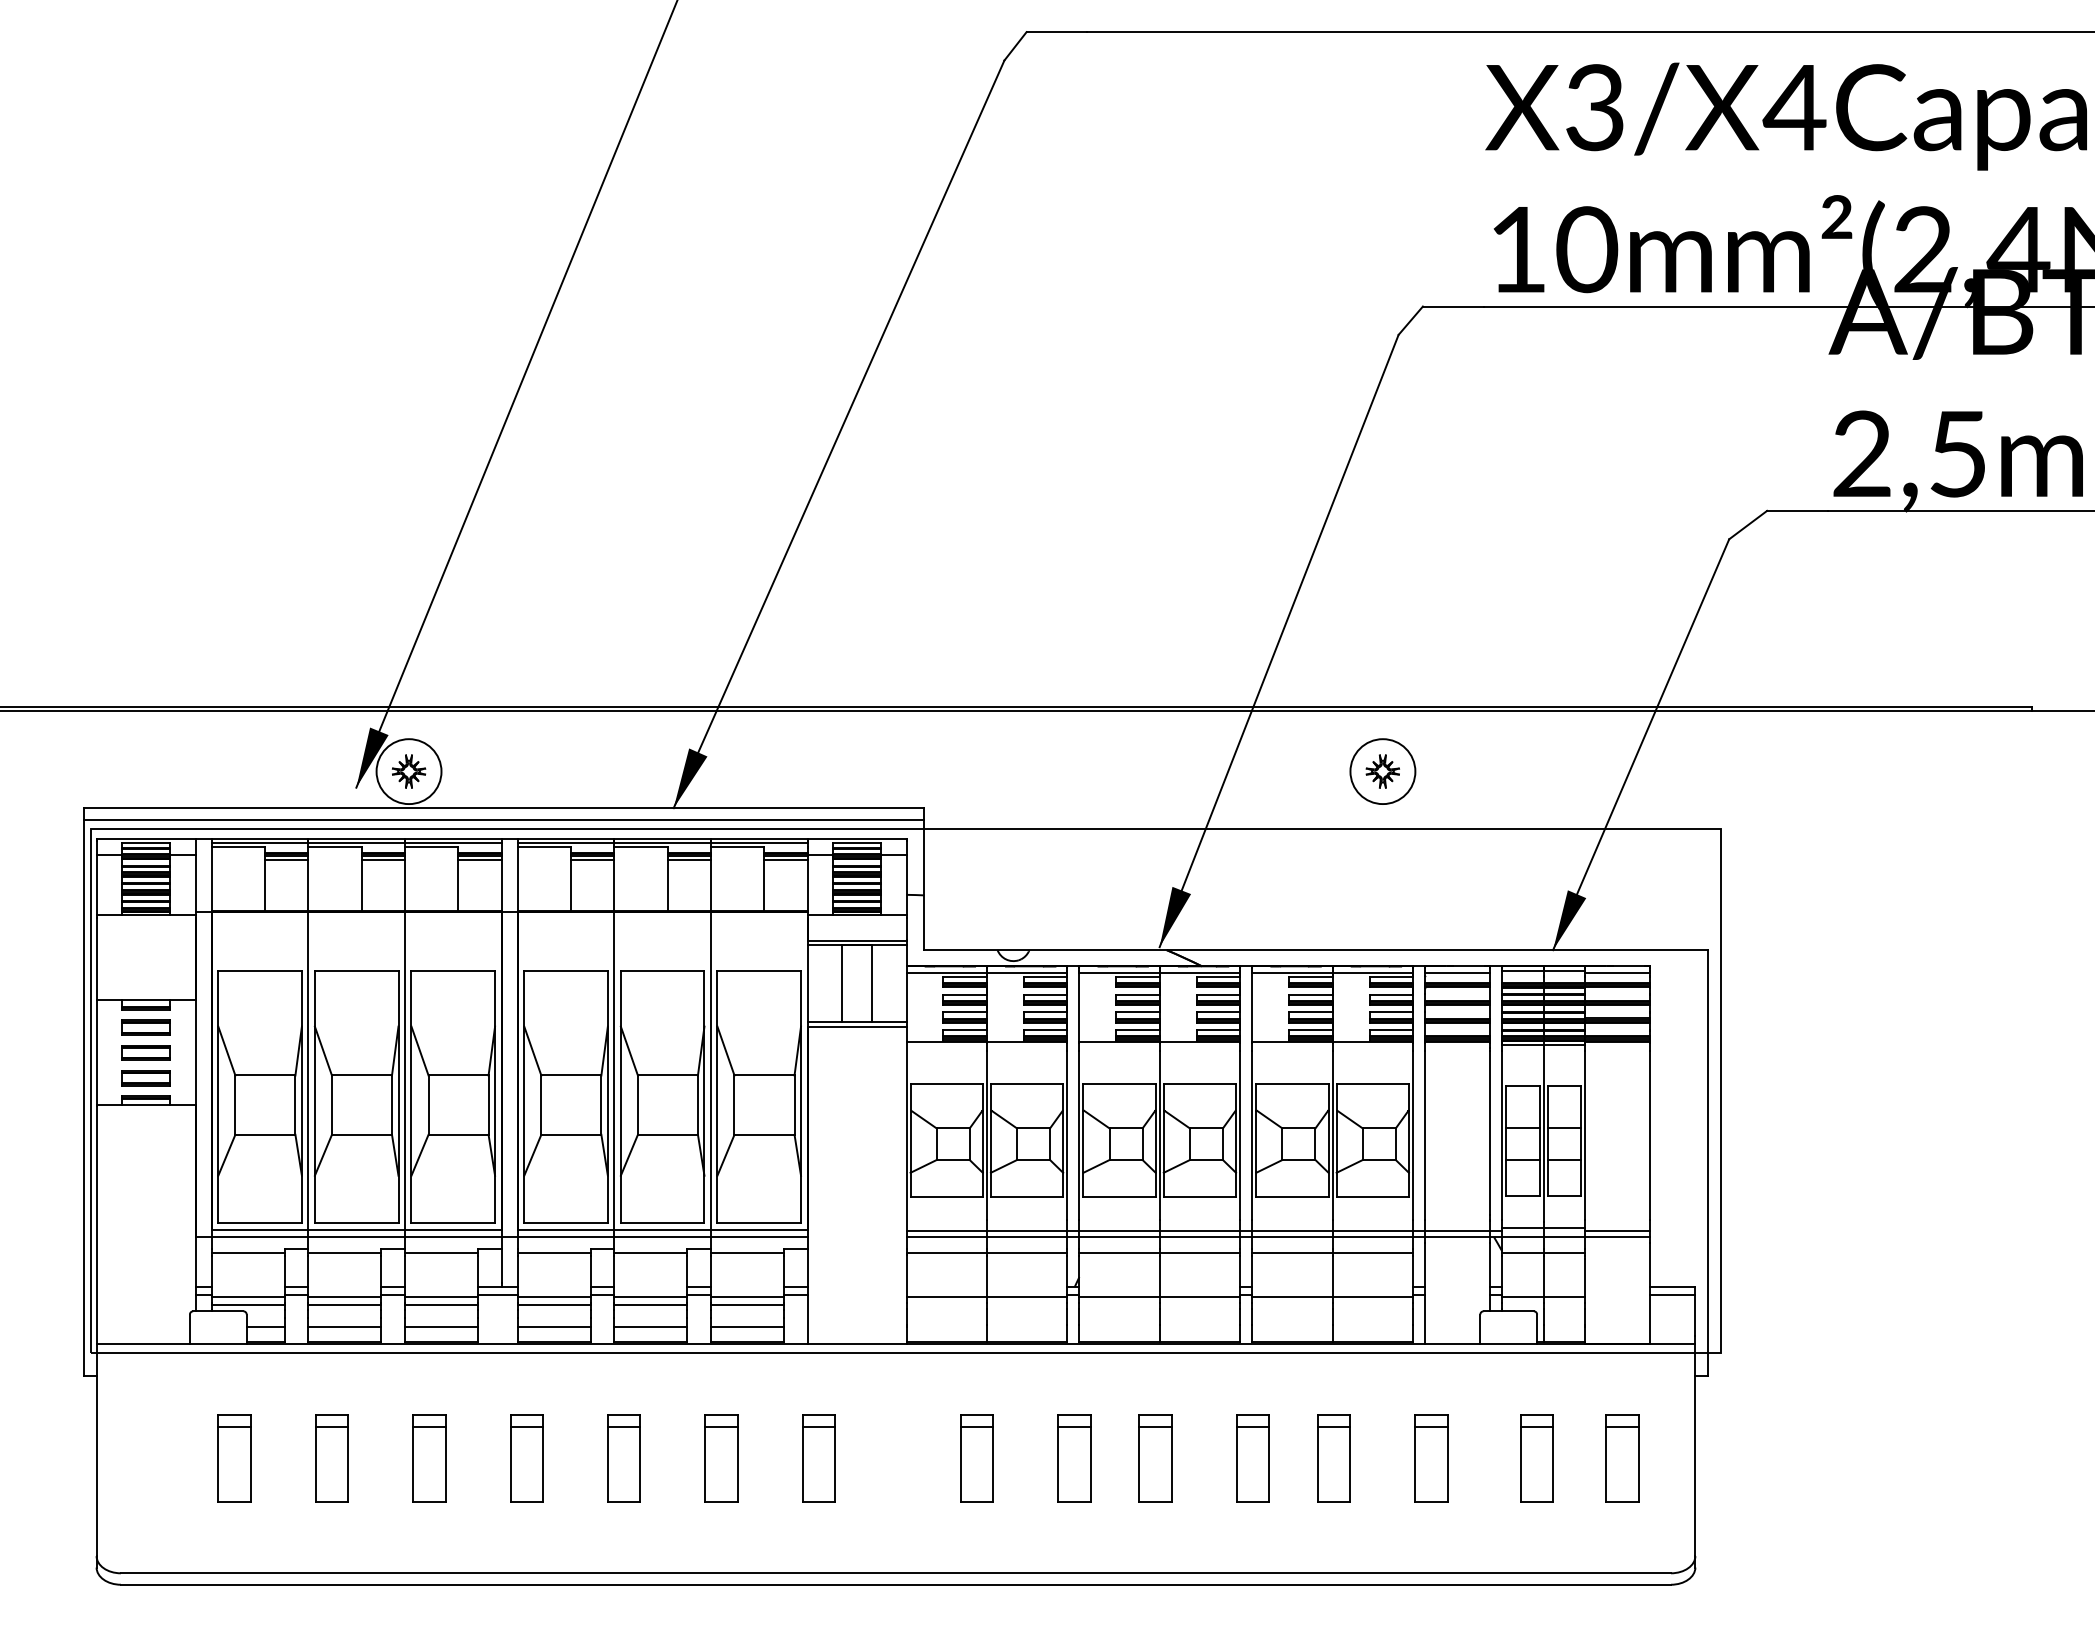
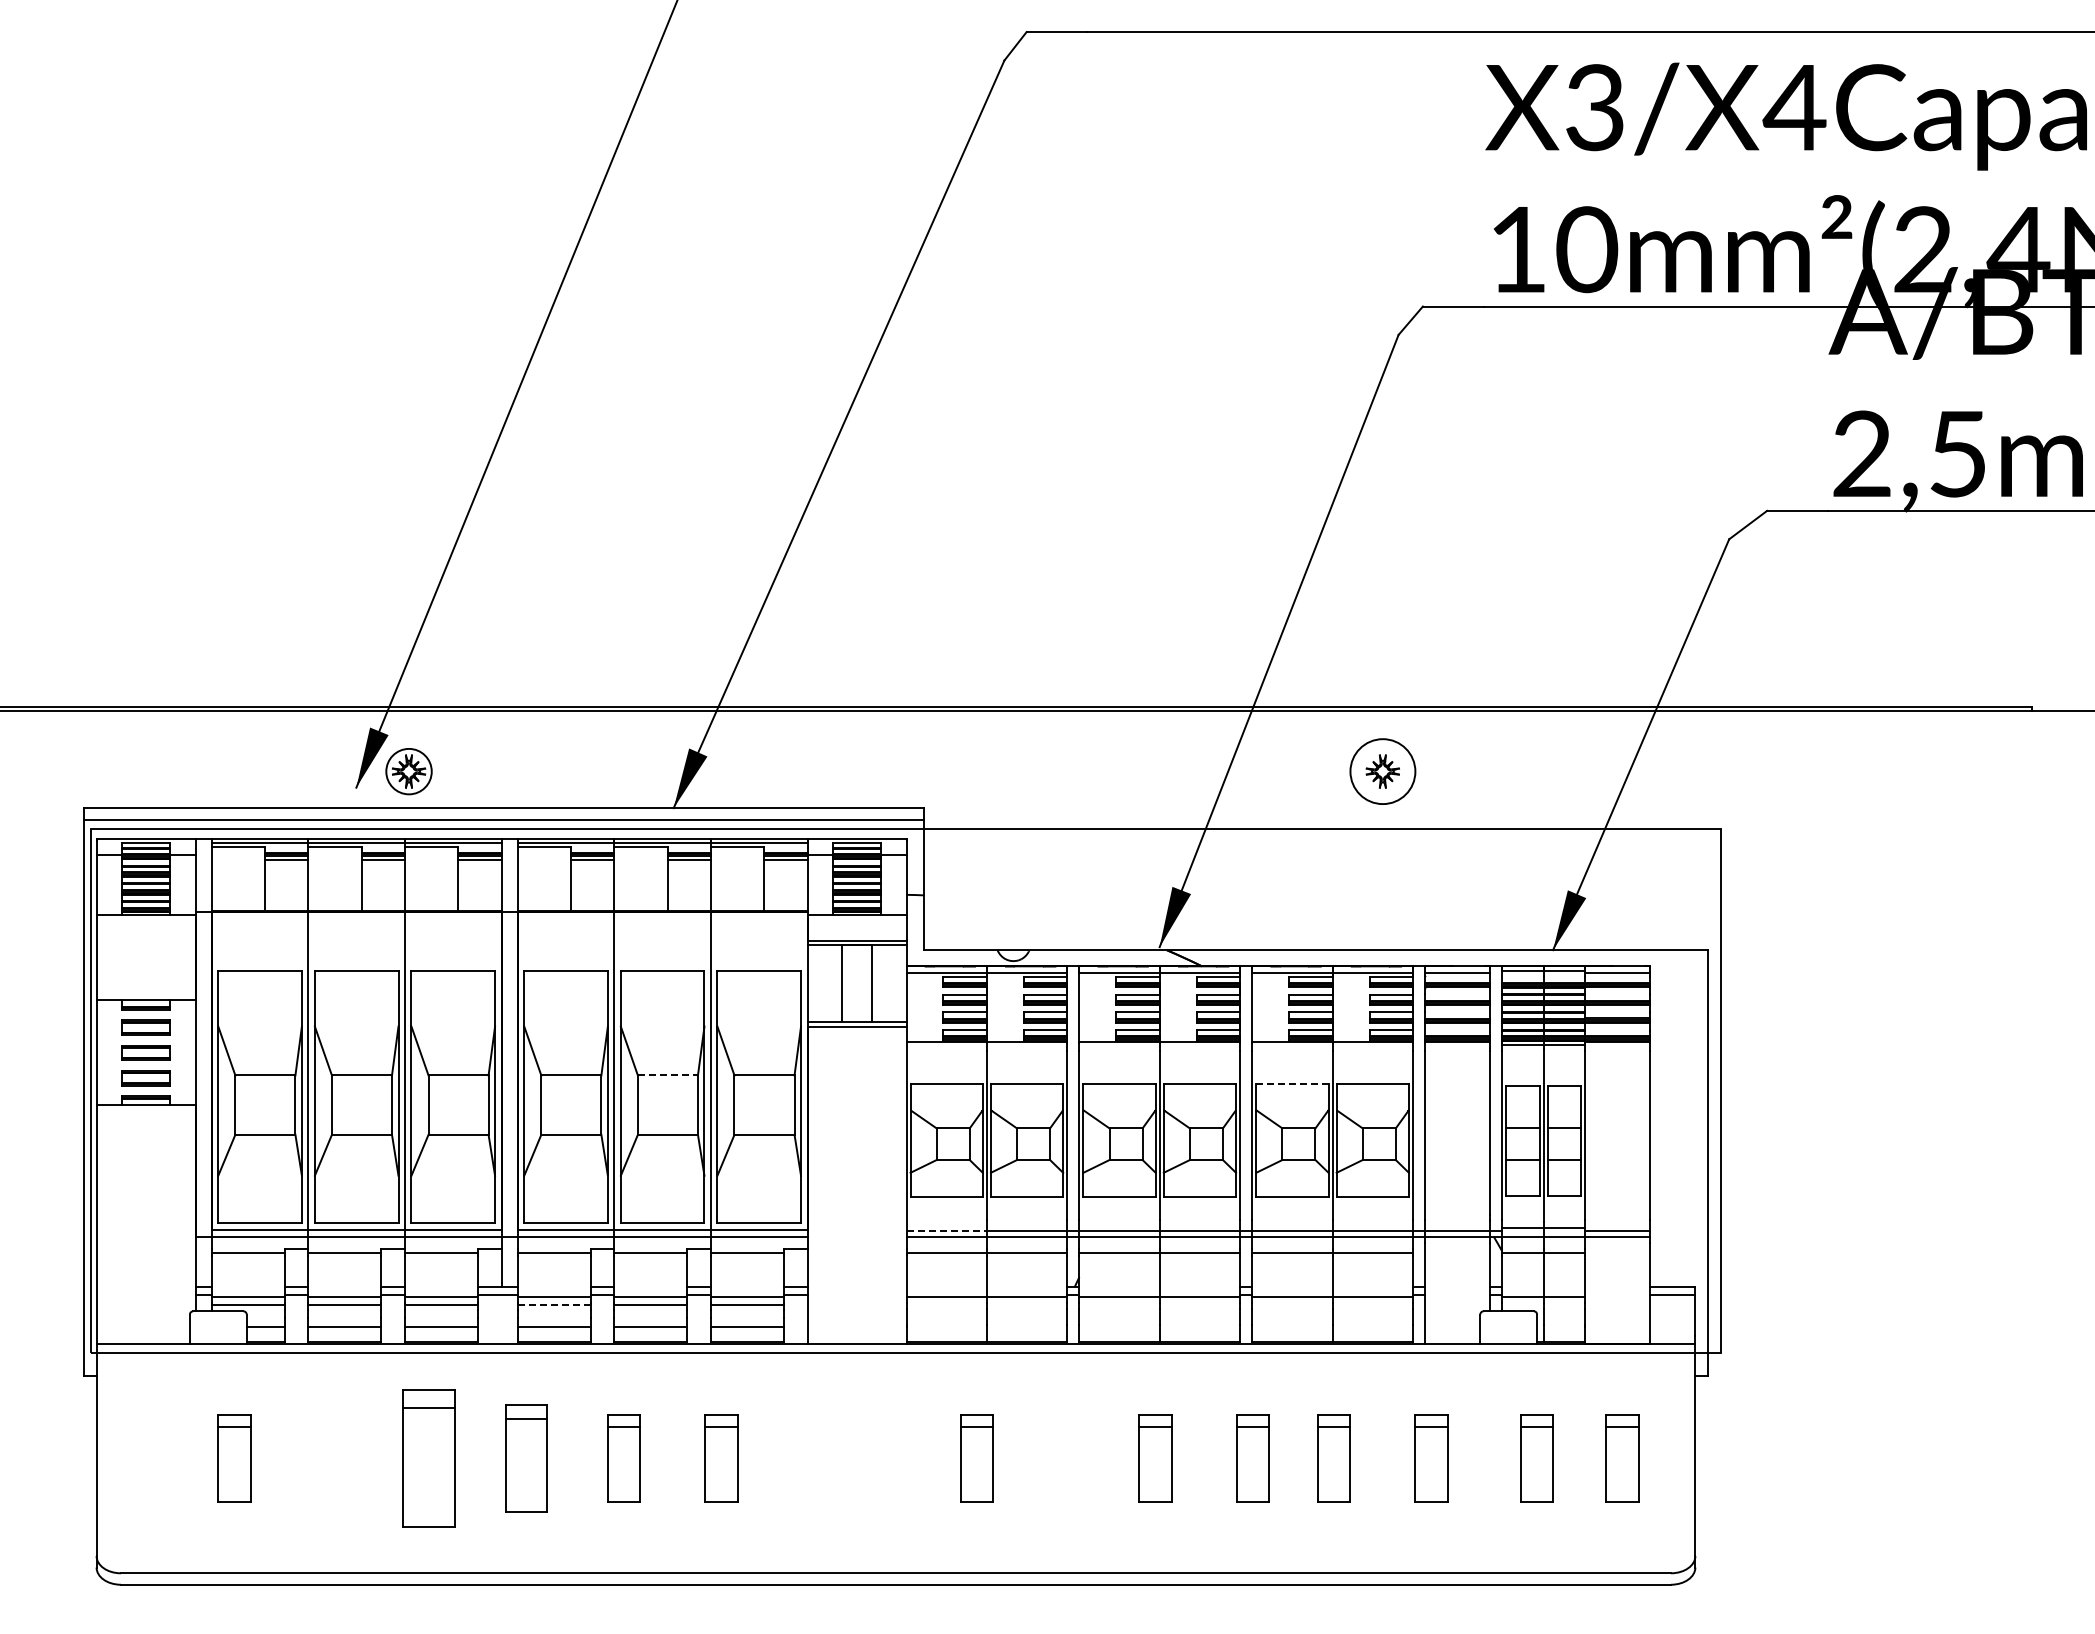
circle at (408, 771) diameter: 65 px -> 45 px
line at (668, 1075): solid -> dashed
line at (1292, 1083): solid -> dashed
line at (947, 1230): solid -> dashed
line at (554, 1305): solid -> dashed
part at (331, 1458): present -> none
part at (429, 1458) size: 35x89 px -> 54x139 px
part at (526, 1458) size: 34x89 px -> 43x109 px
part at (818, 1458): present -> none
part at (1074, 1458): present -> none
